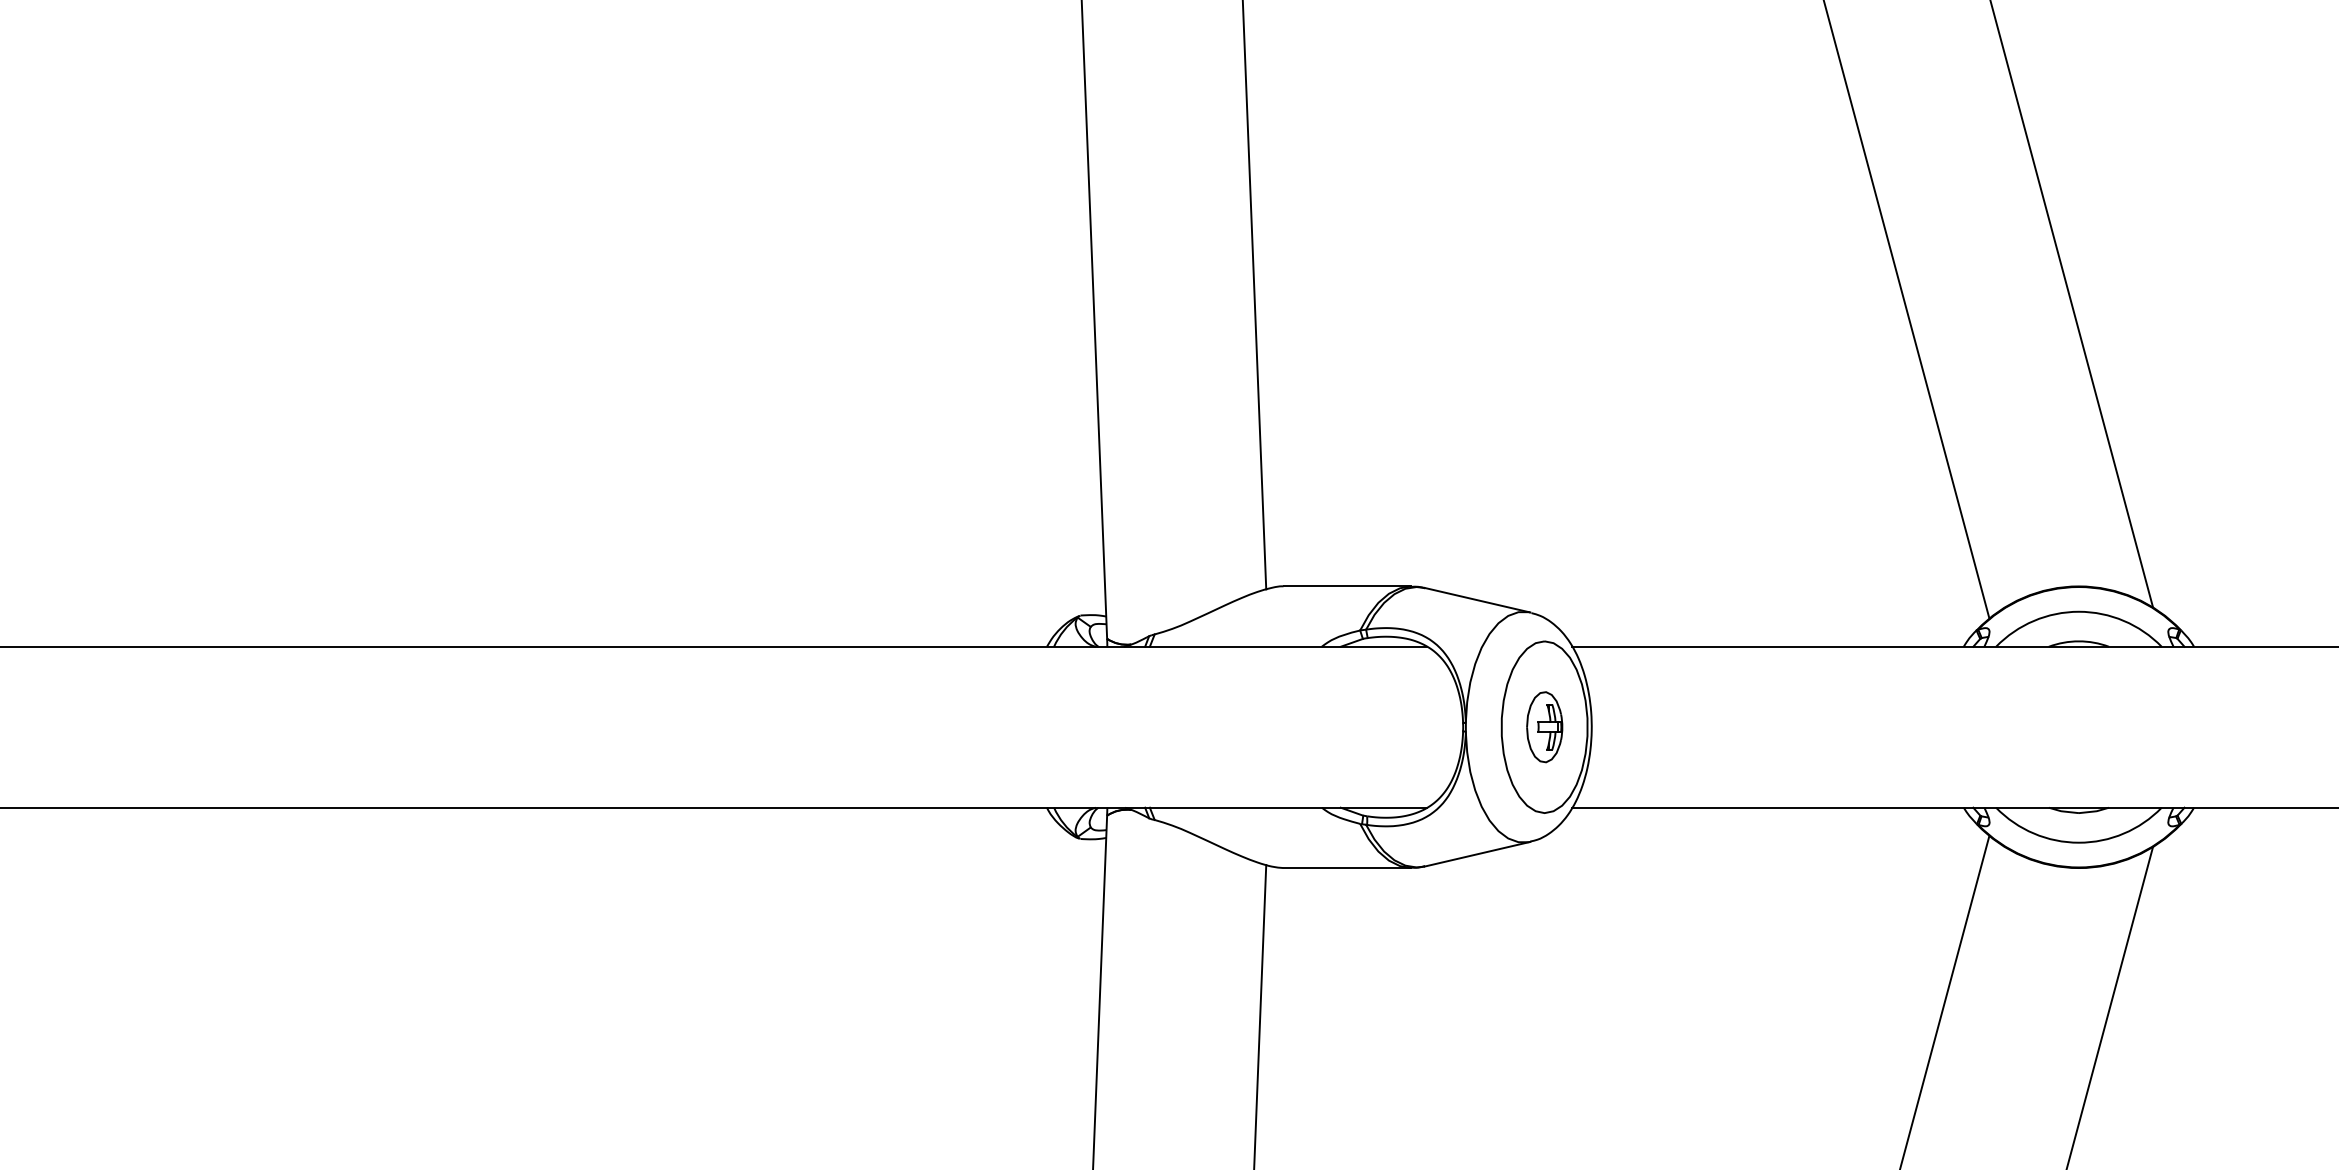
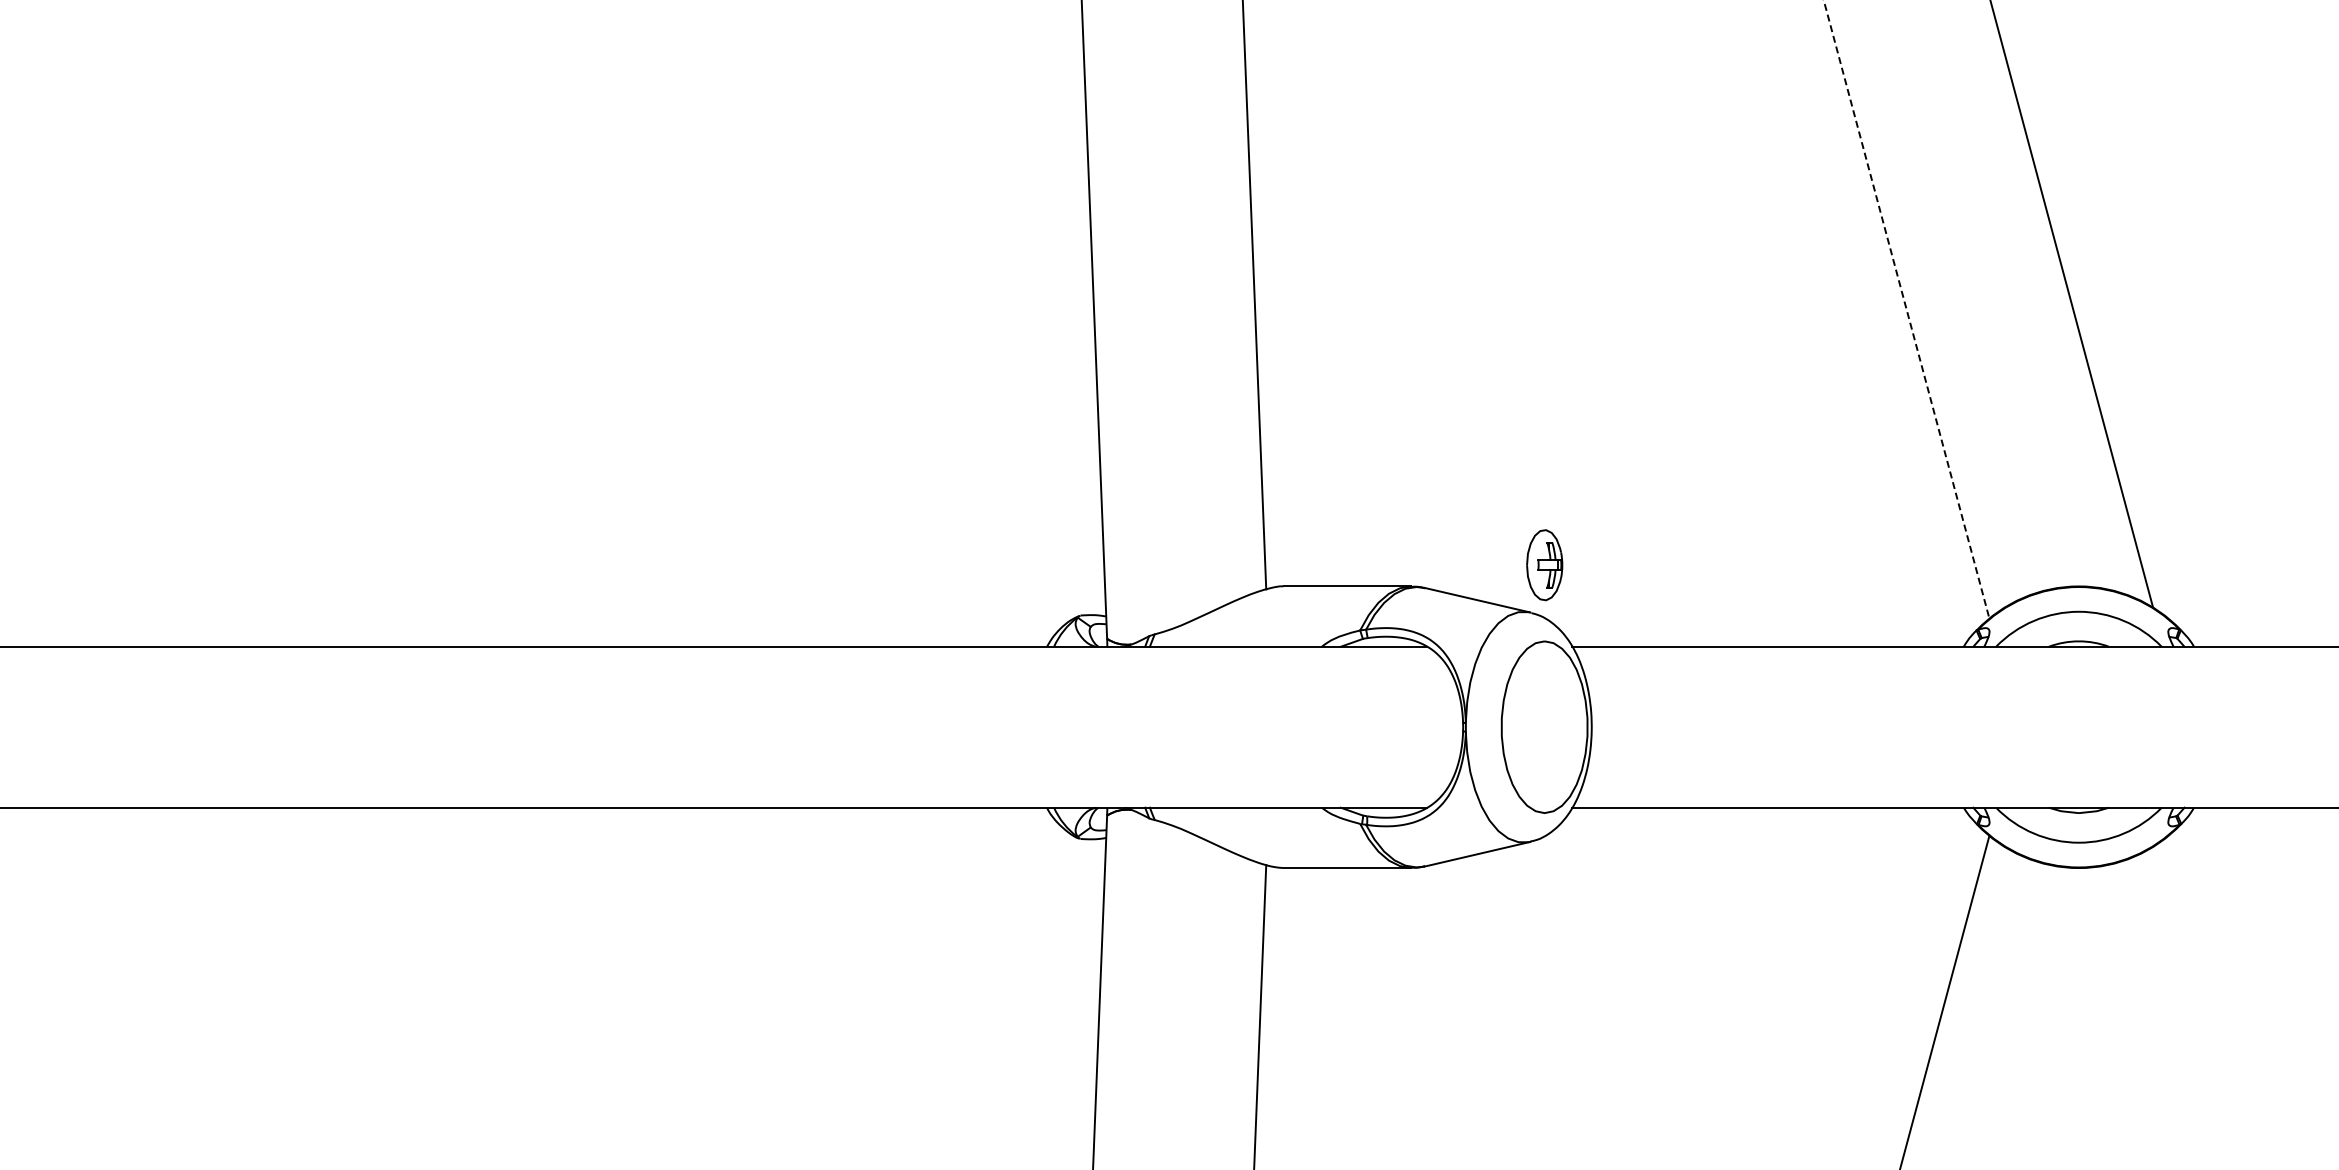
line at (1906, 309): solid -> dashed
part at (1544, 727) position: (1544, 727) -> (1544, 565)
line at (2110, 1006): present -> none
